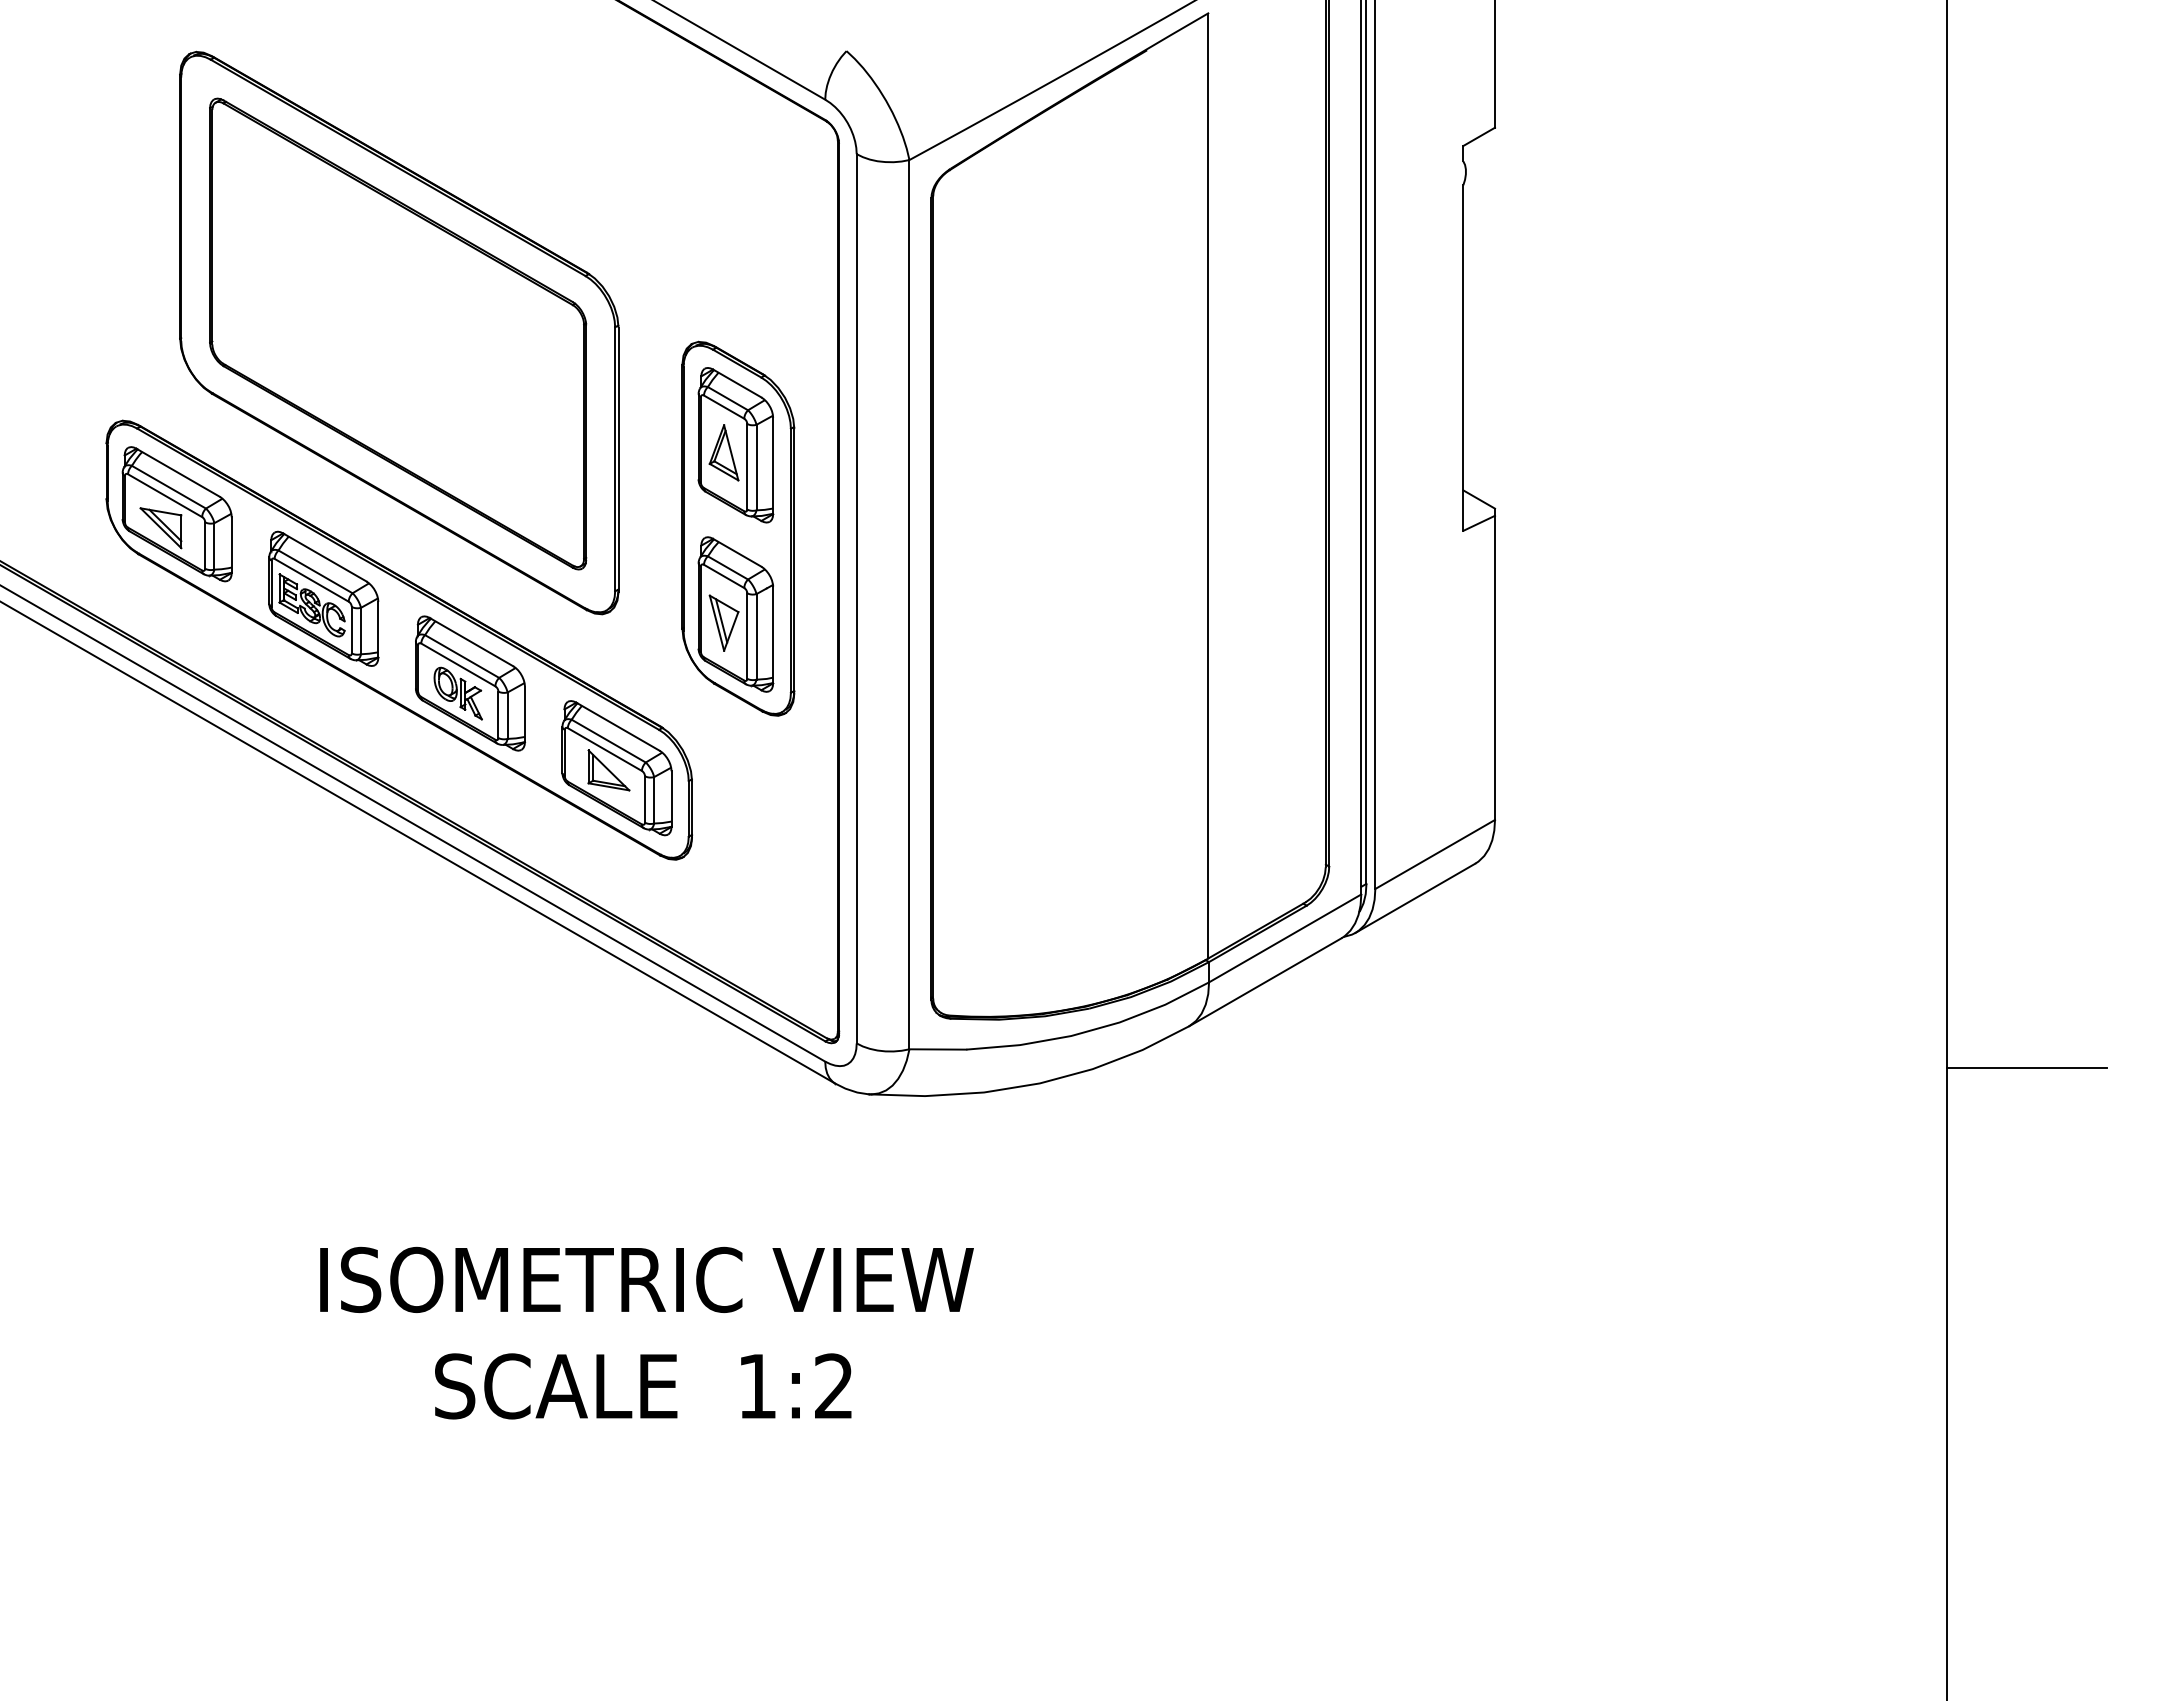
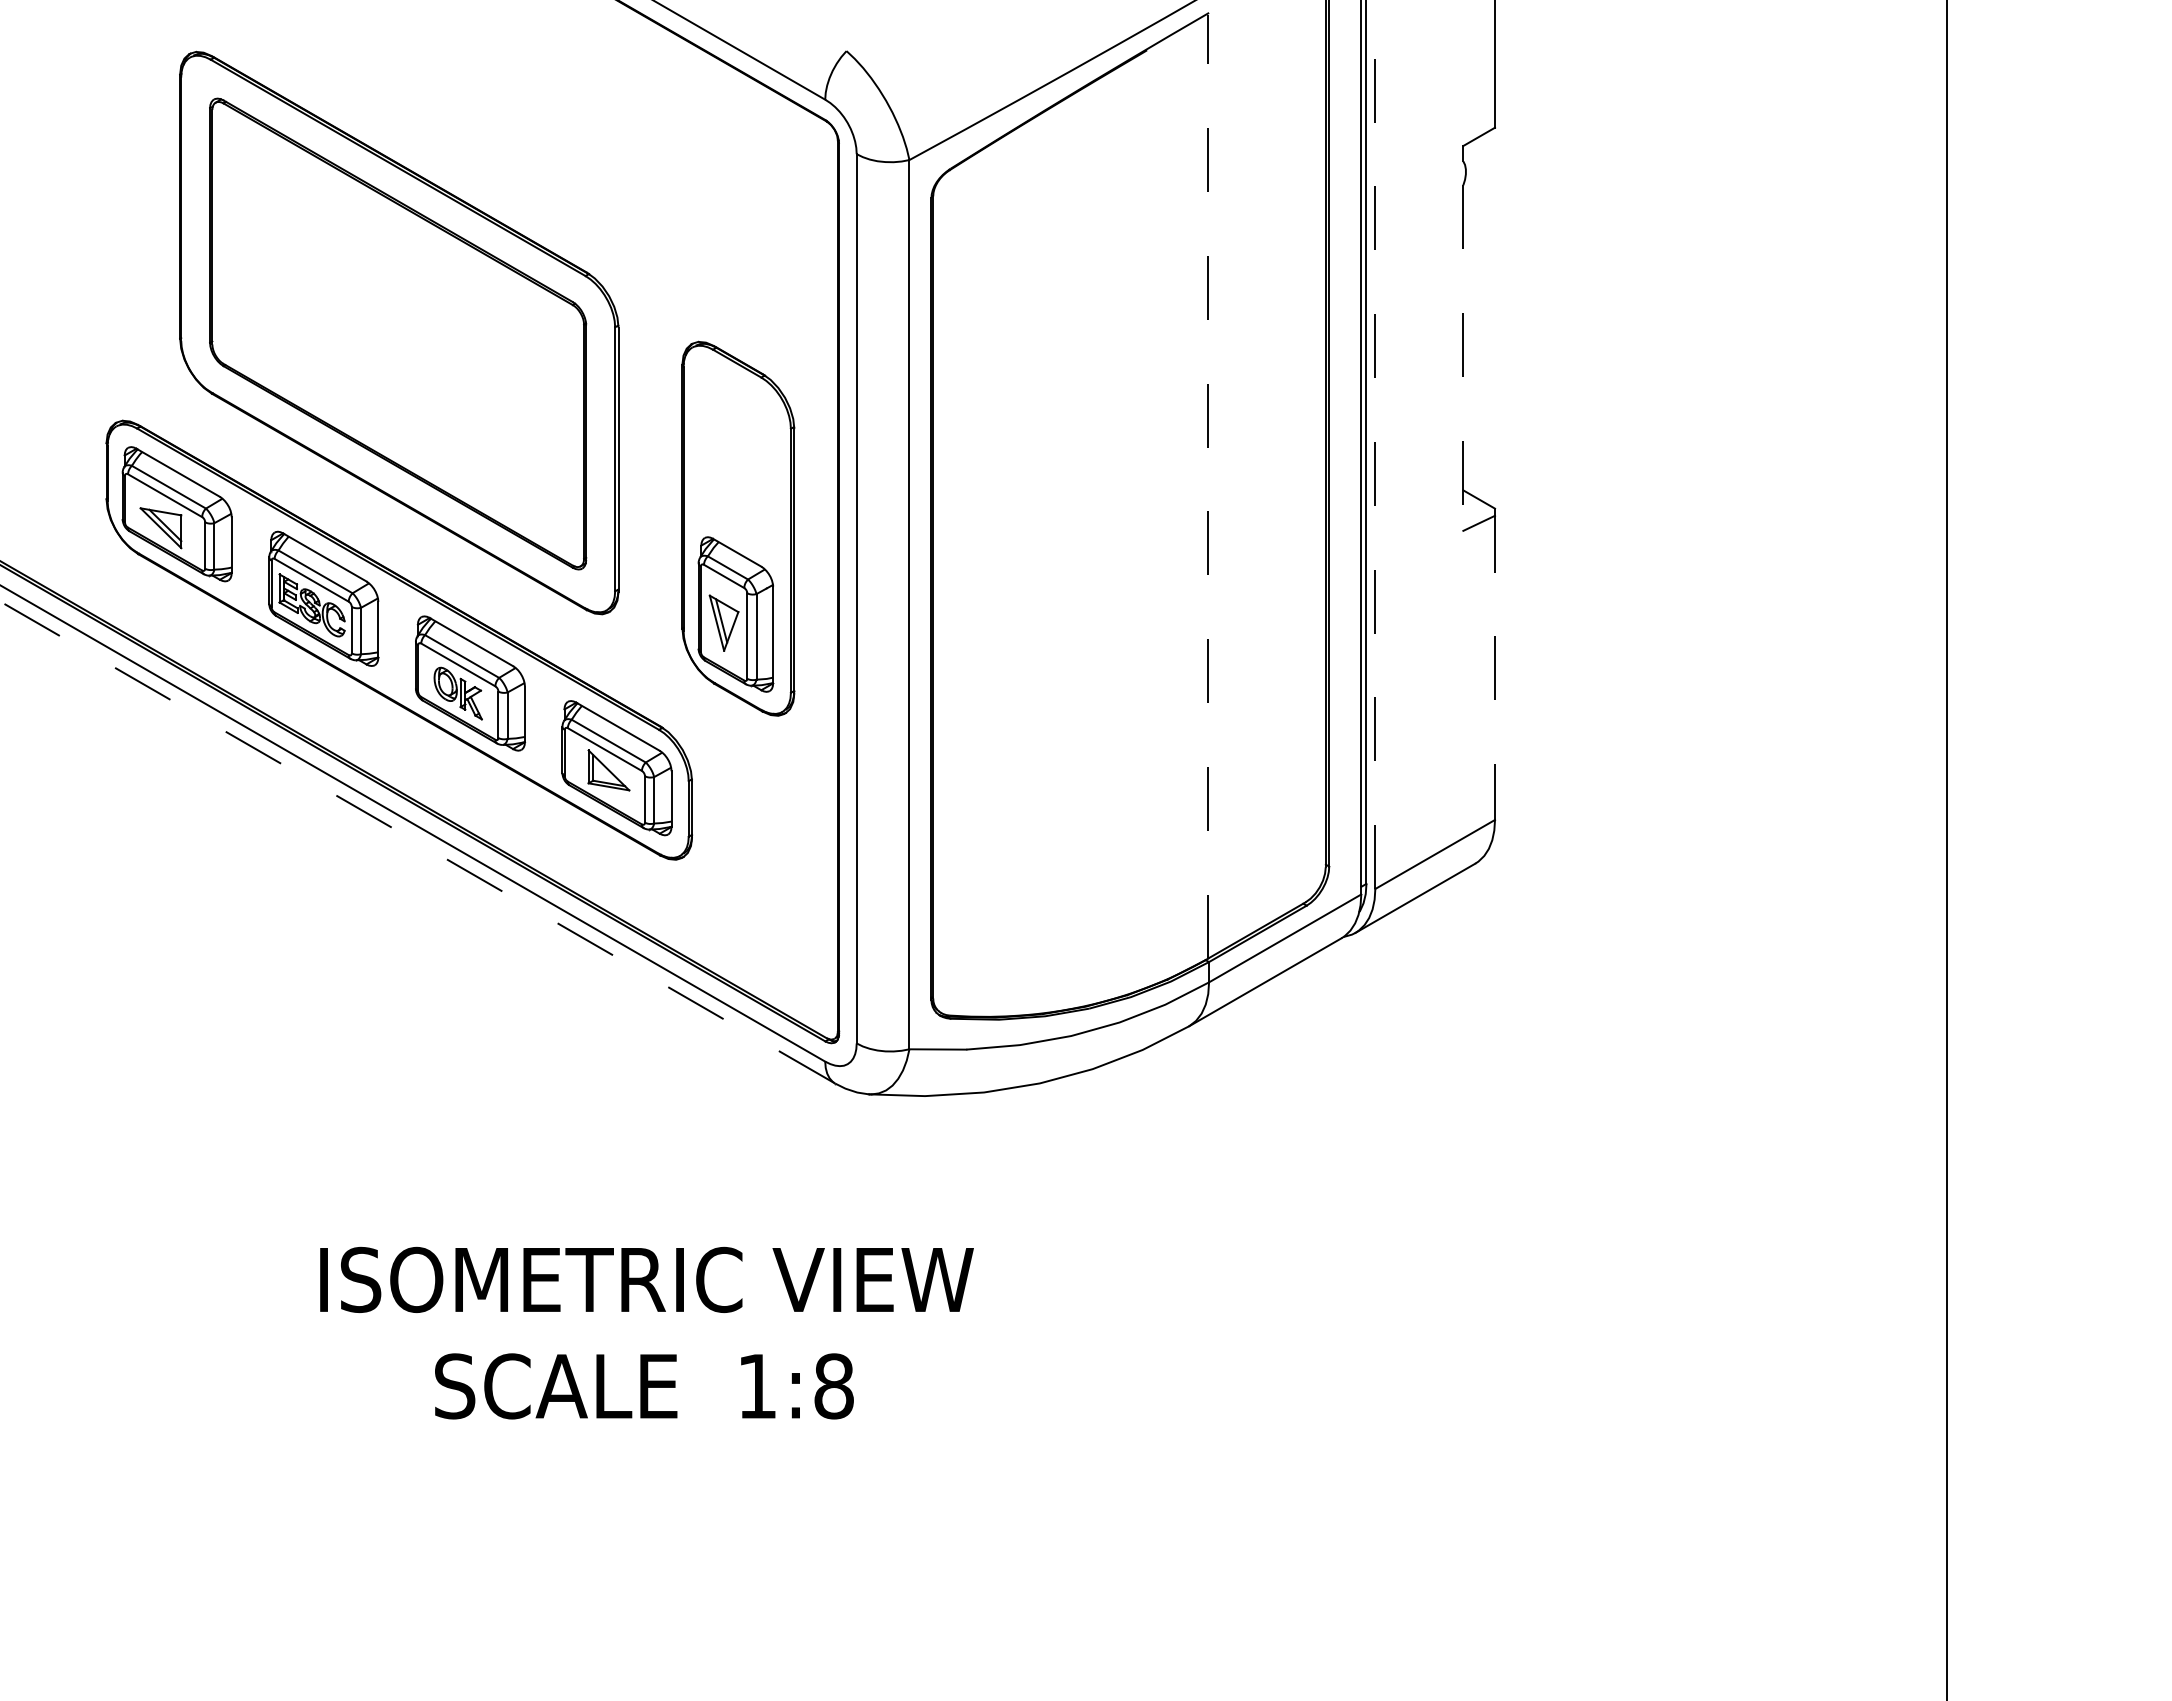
line at (1463, 358): solid -> dashed
line at (1375, 444): solid -> dashed
part at (735, 445): present -> none
line at (1208, 486): solid -> dashed
line at (1495, 664): solid -> dashed
line at (417, 842): solid -> dashed
line at (2026, 1068): present -> none
text at (833, 1386): 1:2 -> 1:8
